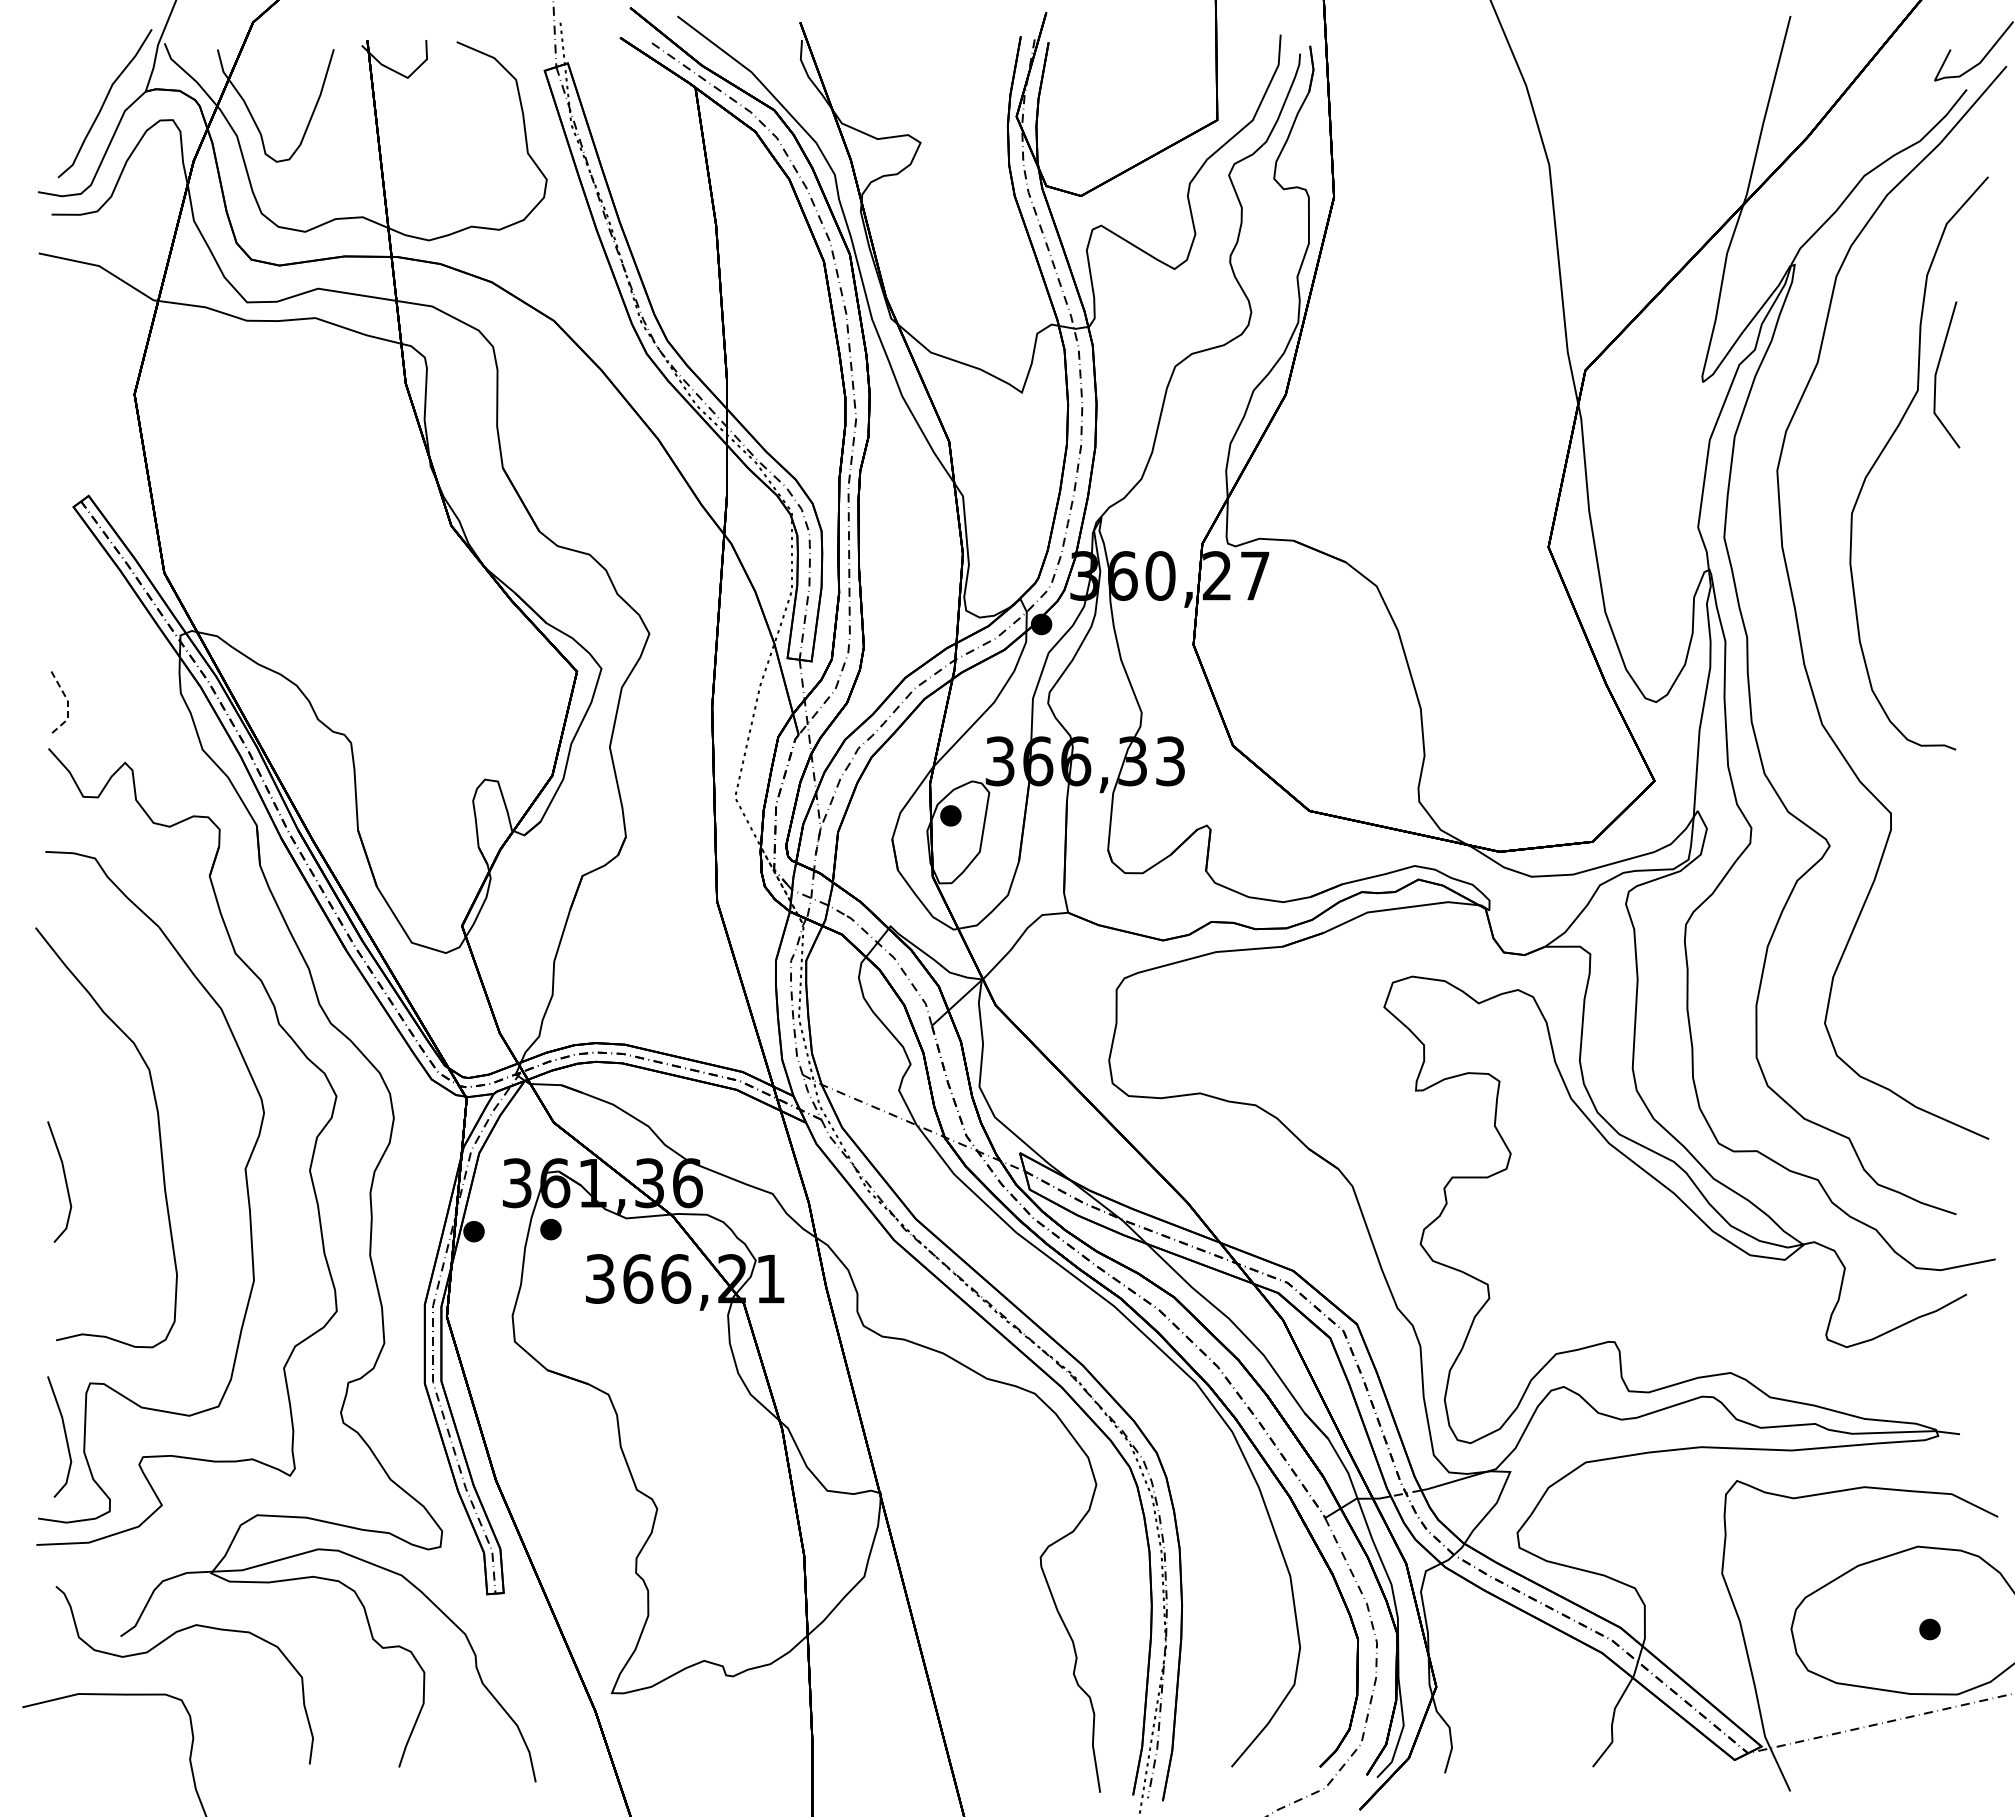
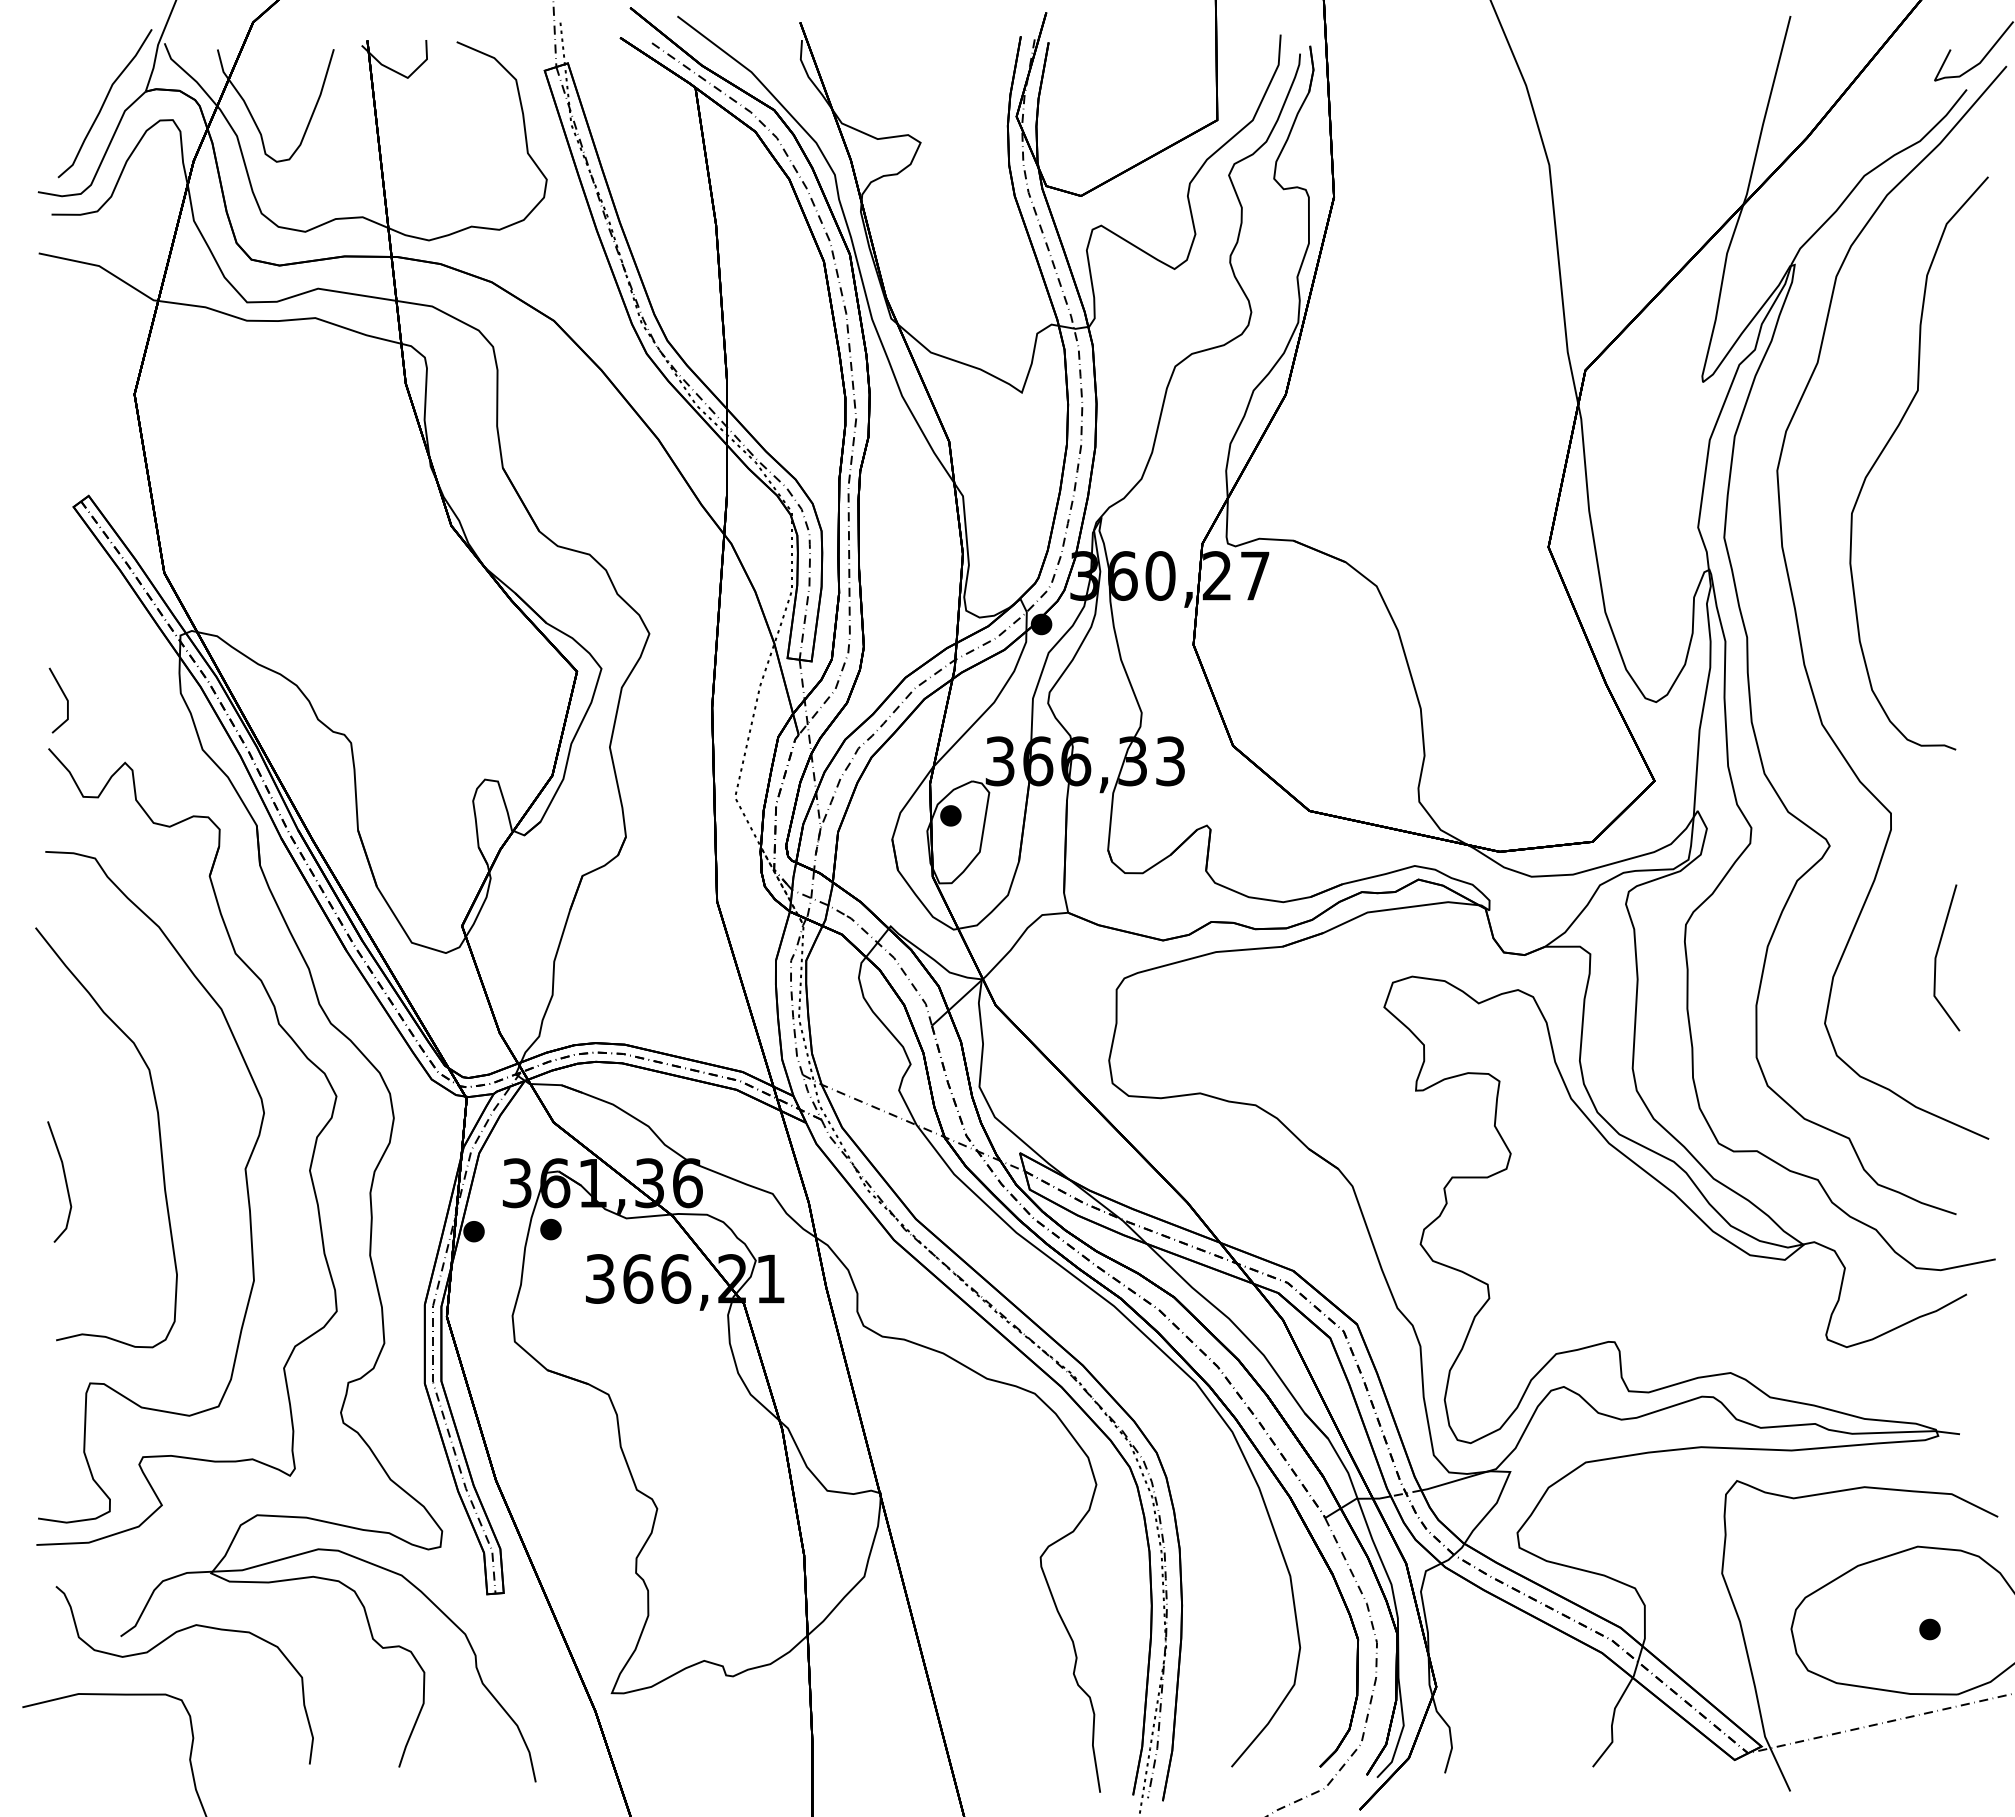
line at (1937, 372) position: (1937, 372) -> (1937, 955)
line at (67, 701): dashed -> solid
line at (64, 1434): present -> none
